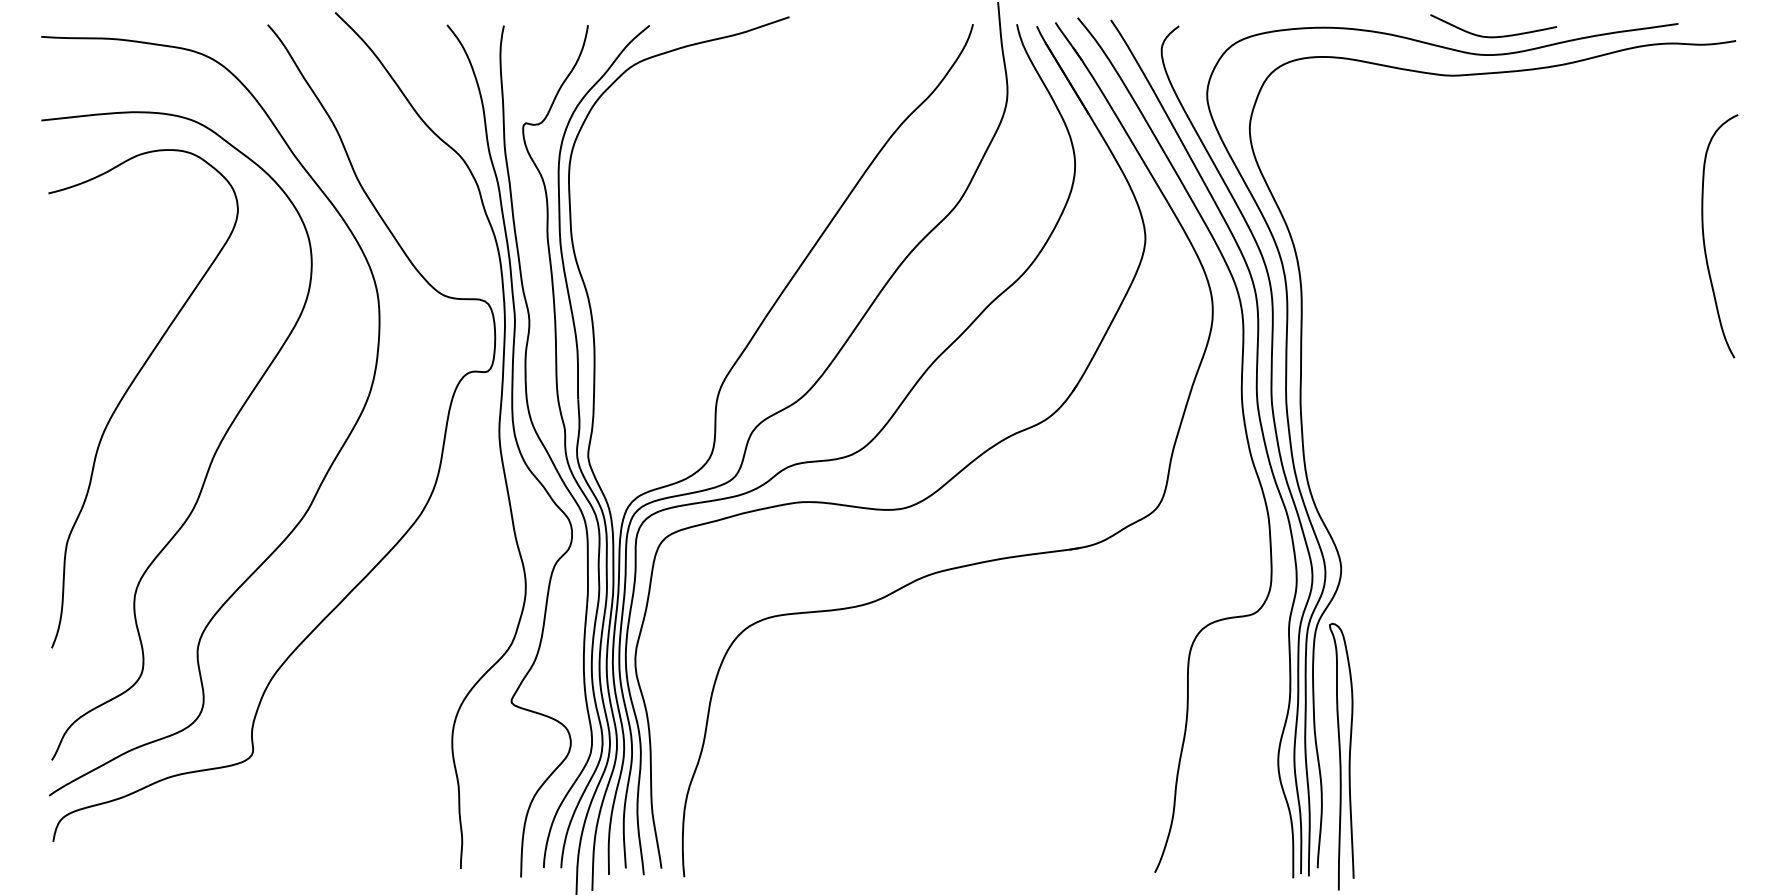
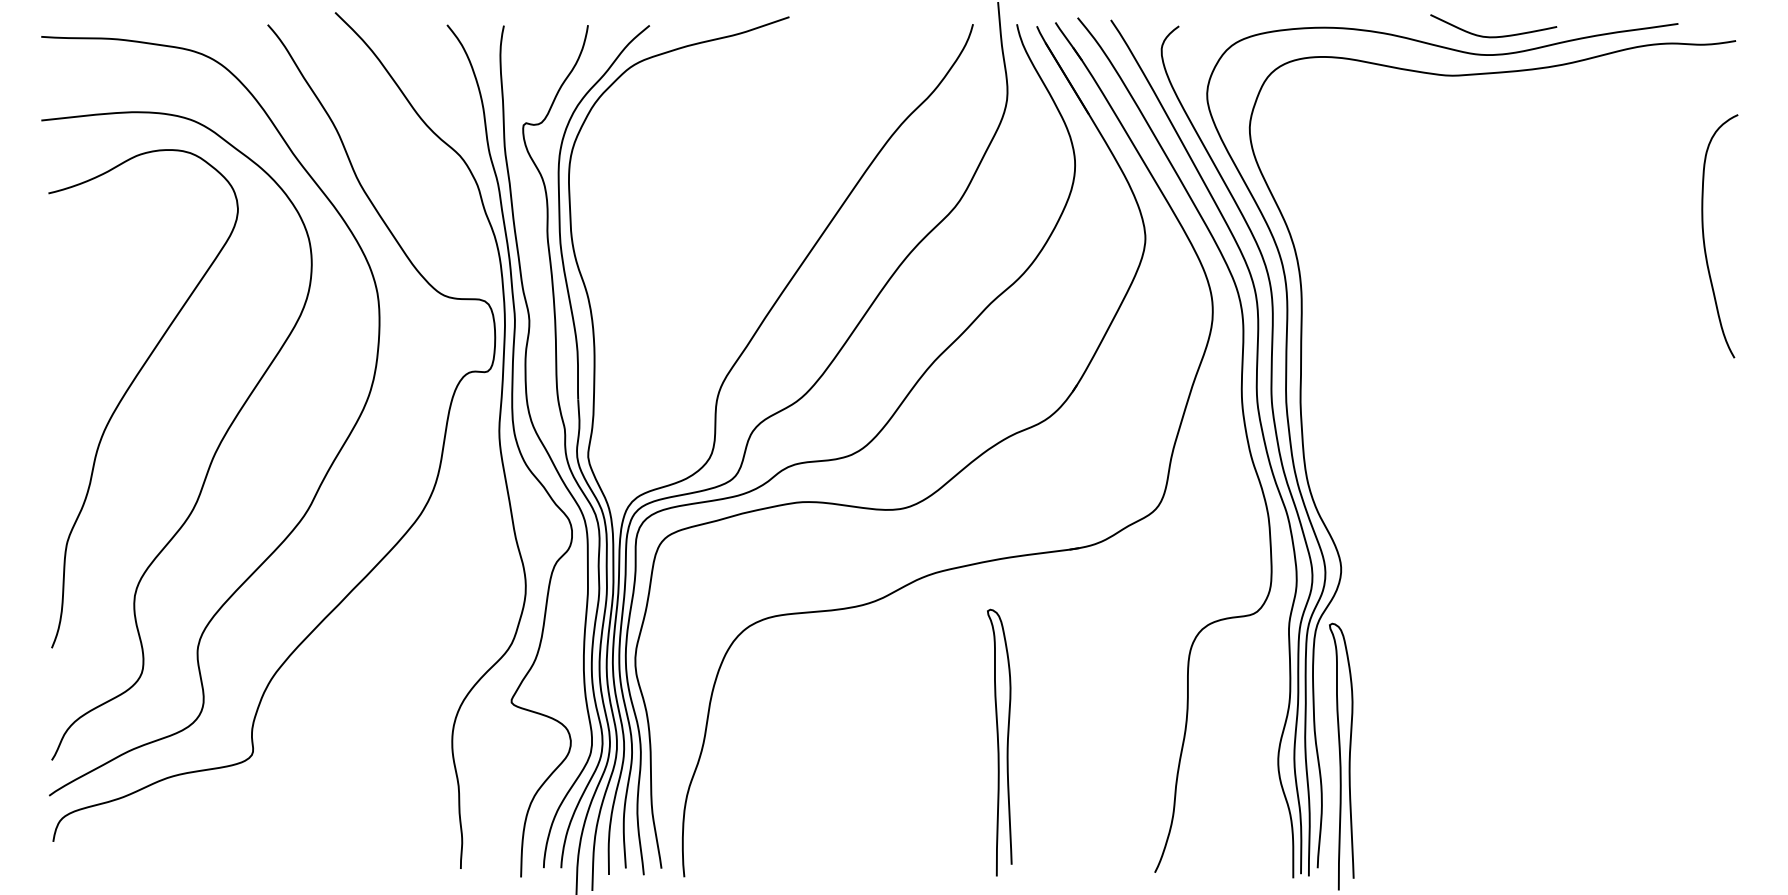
curve at (998, 742): none -> present
